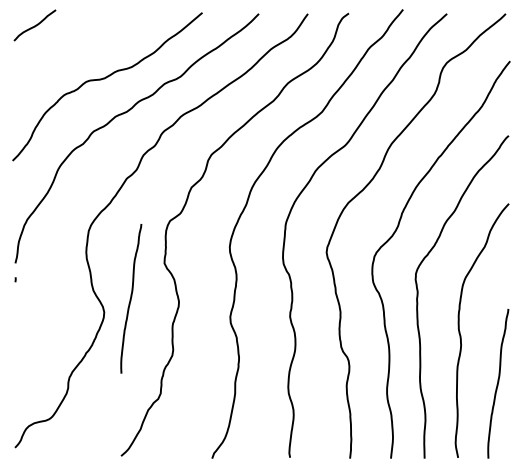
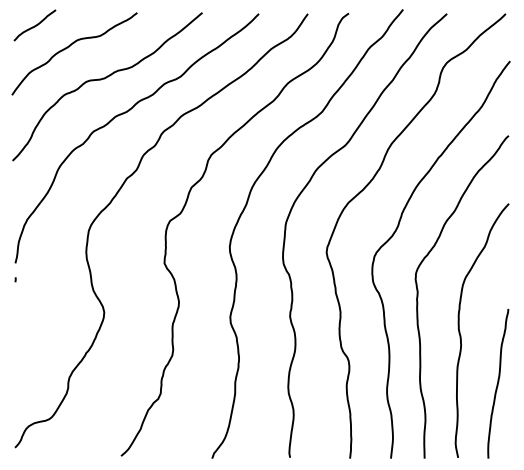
curve at (69, 47): none -> present
curve at (131, 298): present -> none
